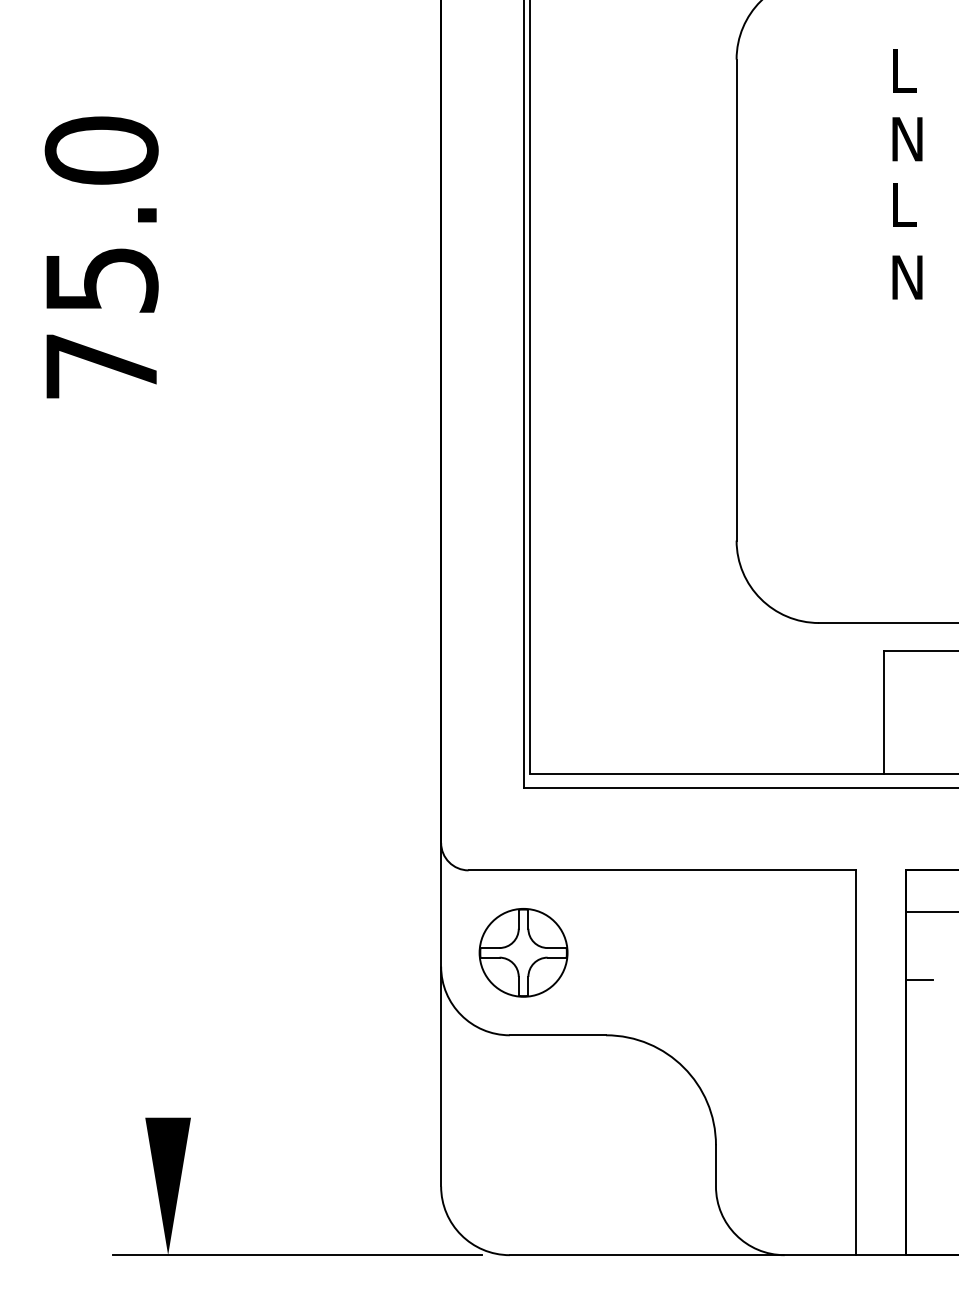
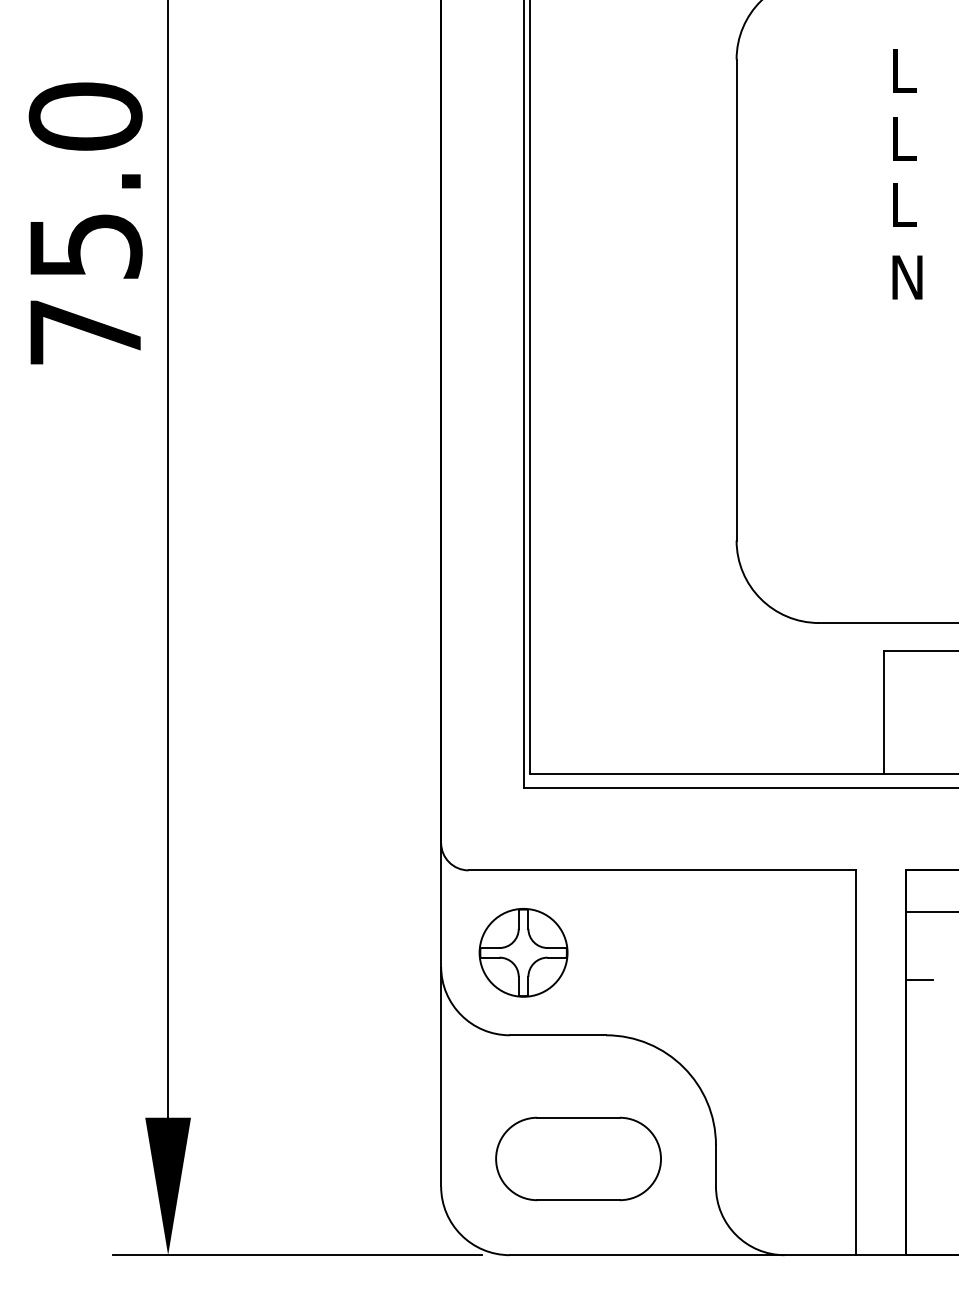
text at (907, 139): N -> L
text at (101, 257) position: (101, 257) -> (85, 223)
line at (168, 559): none -> present
part at (578, 1158): none -> present
